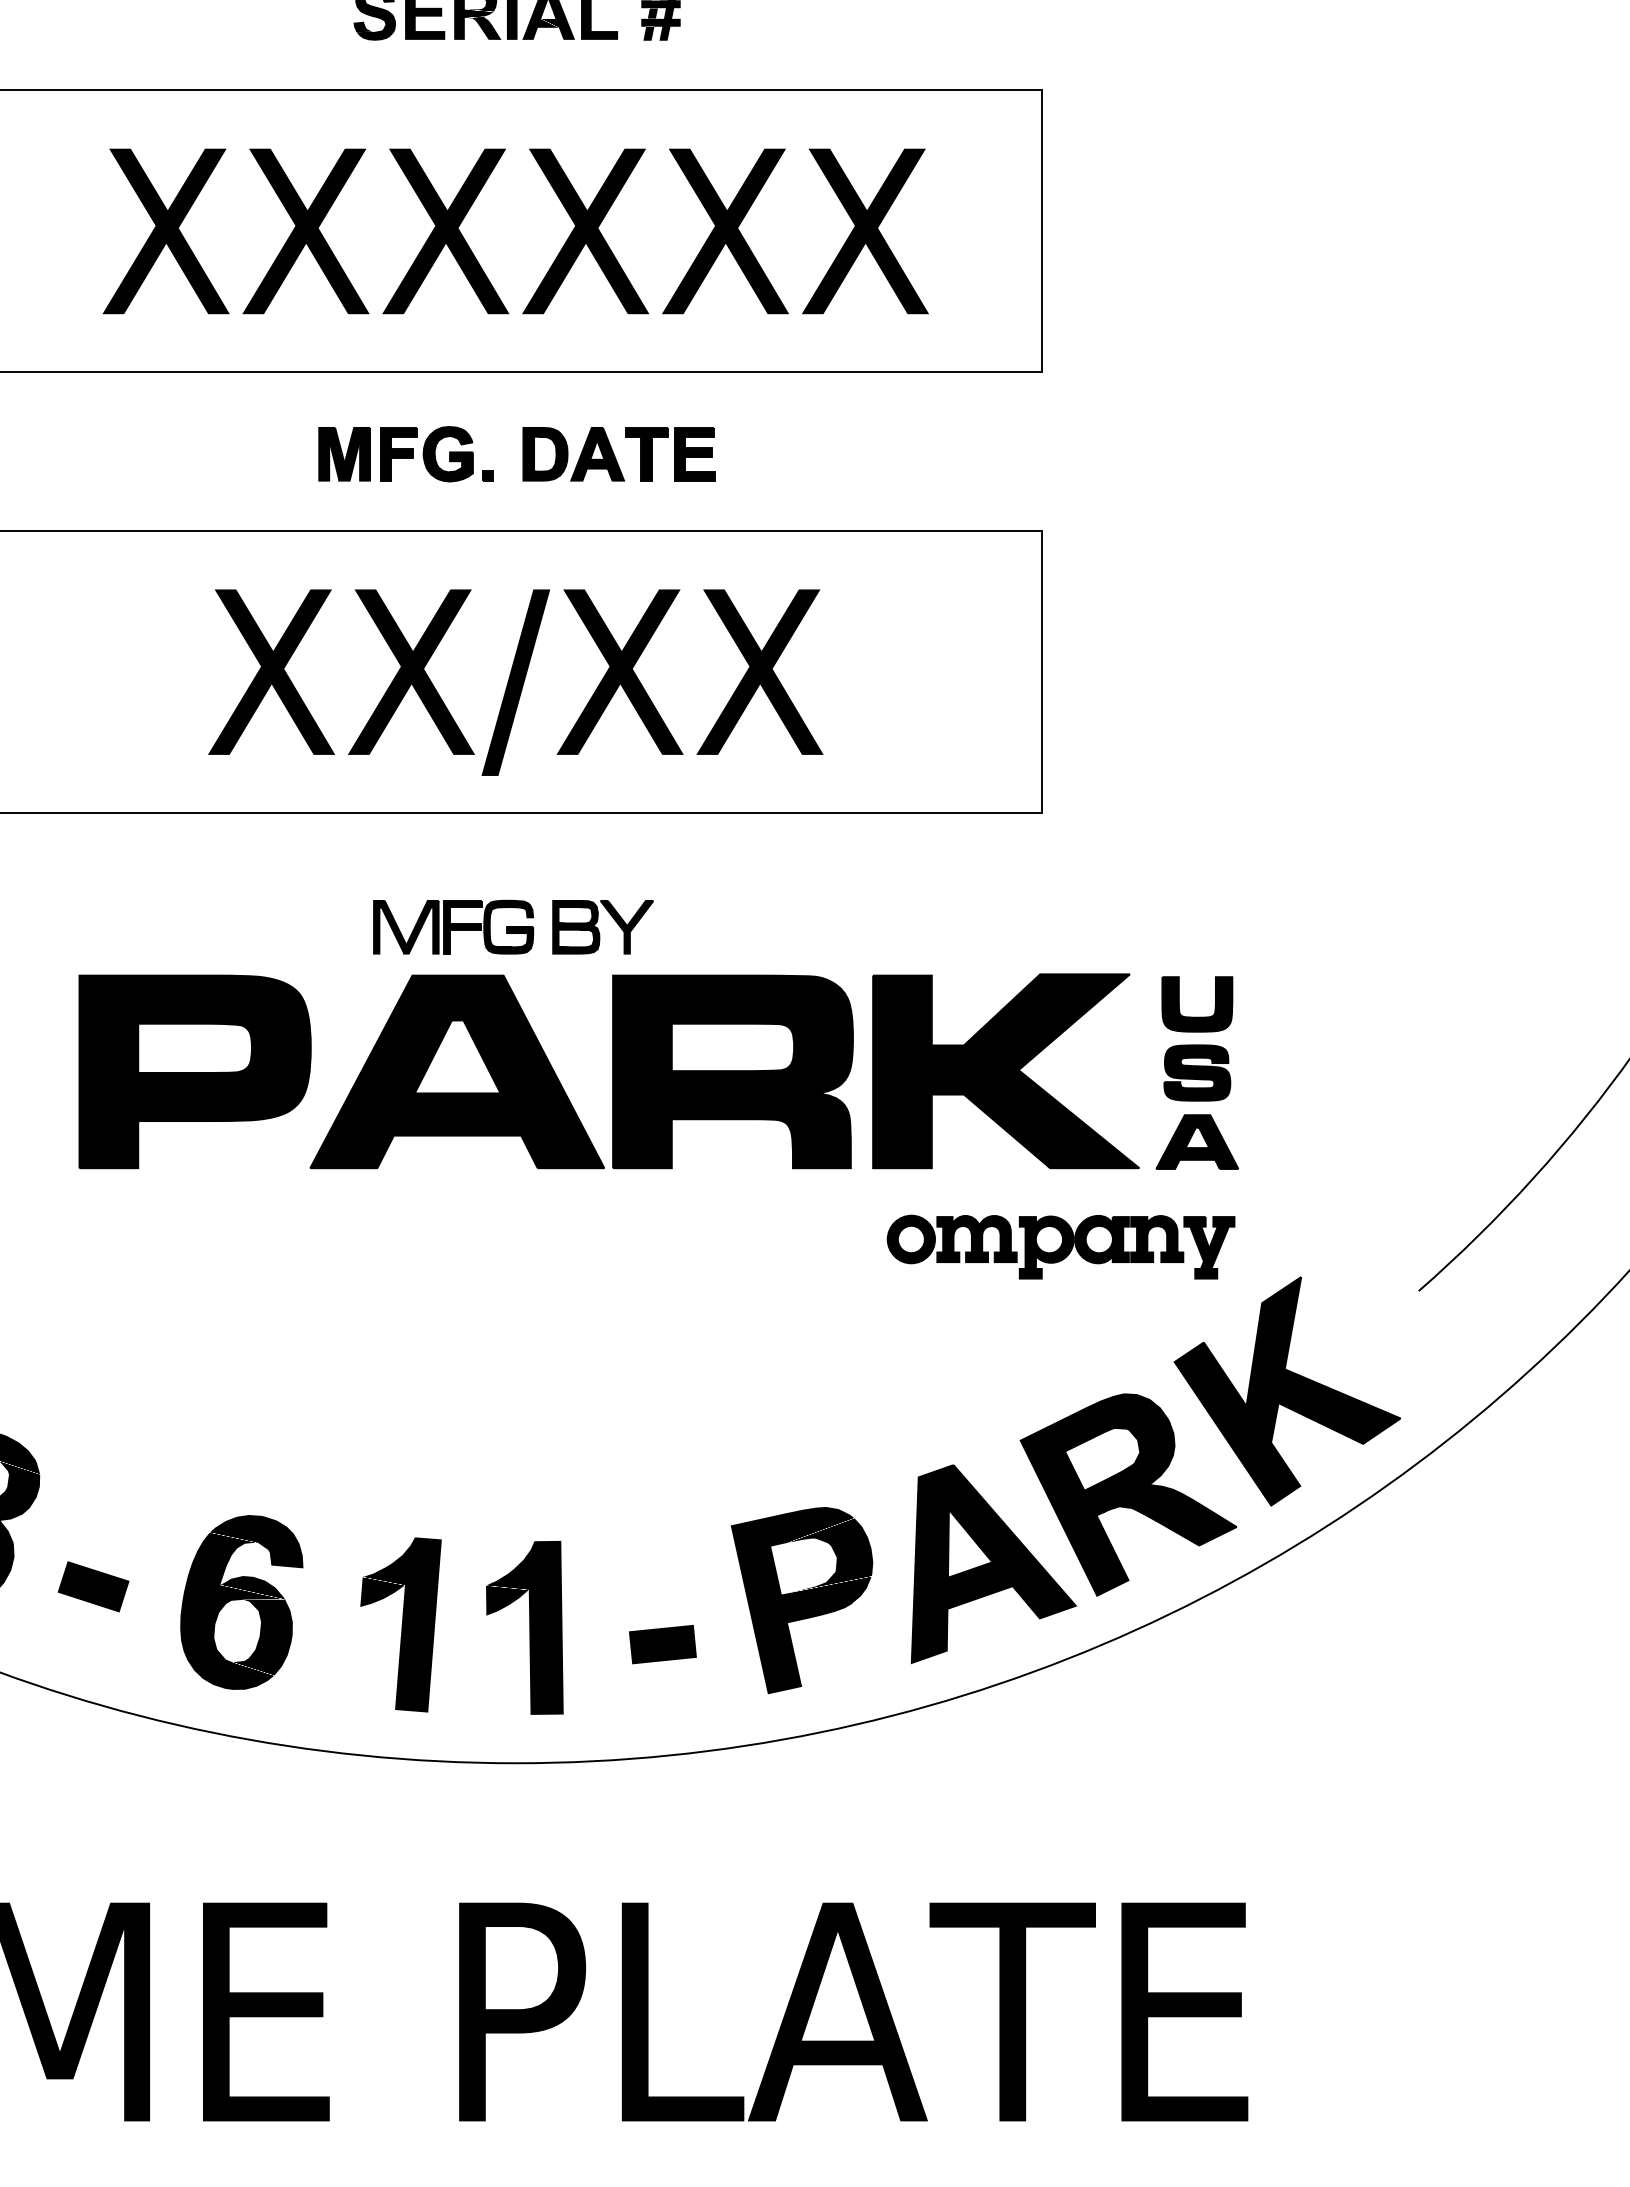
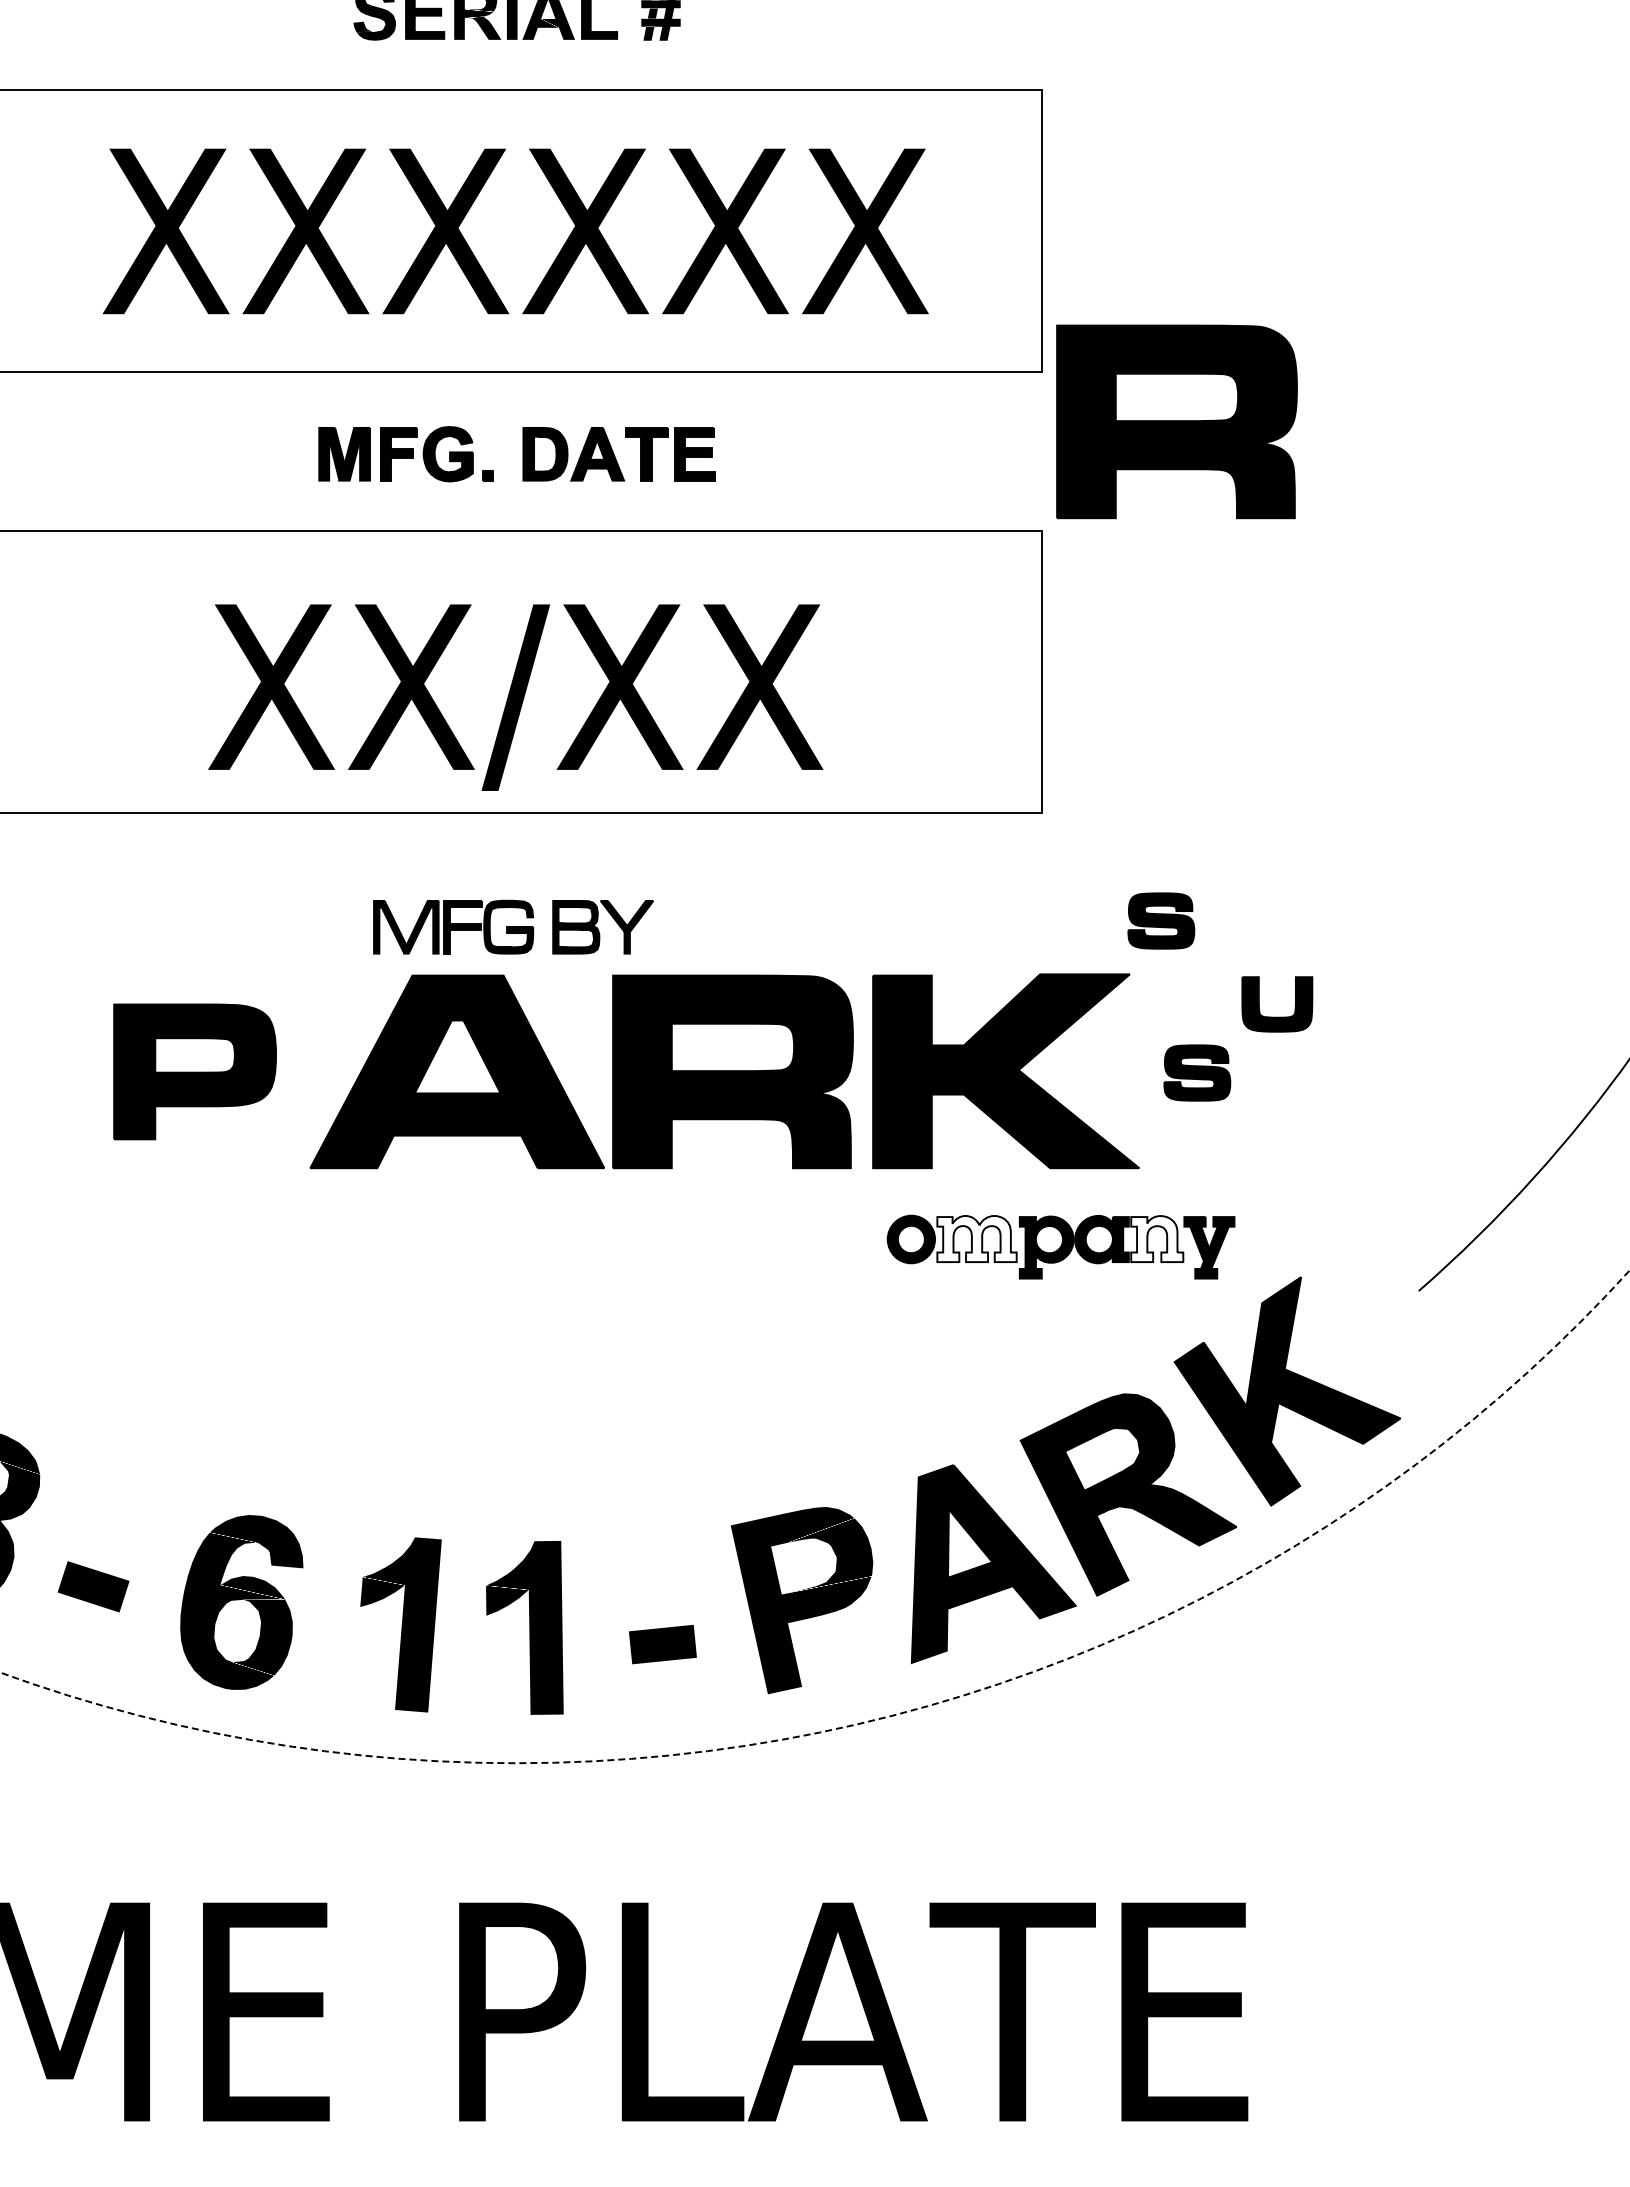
part at (1176, 421): none -> present
text at (515, 682) position: (515, 682) -> (515, 697)
part at (1161, 920): none -> present
part at (1197, 1016) position: (1197, 1016) -> (1277, 1016)
part at (194, 1071) size: 234x196 px -> 164x138 px
part at (1197, 1141): present -> none
fill at (976, 1238): present -> none
fill at (1157, 1239): present -> none
circle at (814, 1516): solid -> dashed
